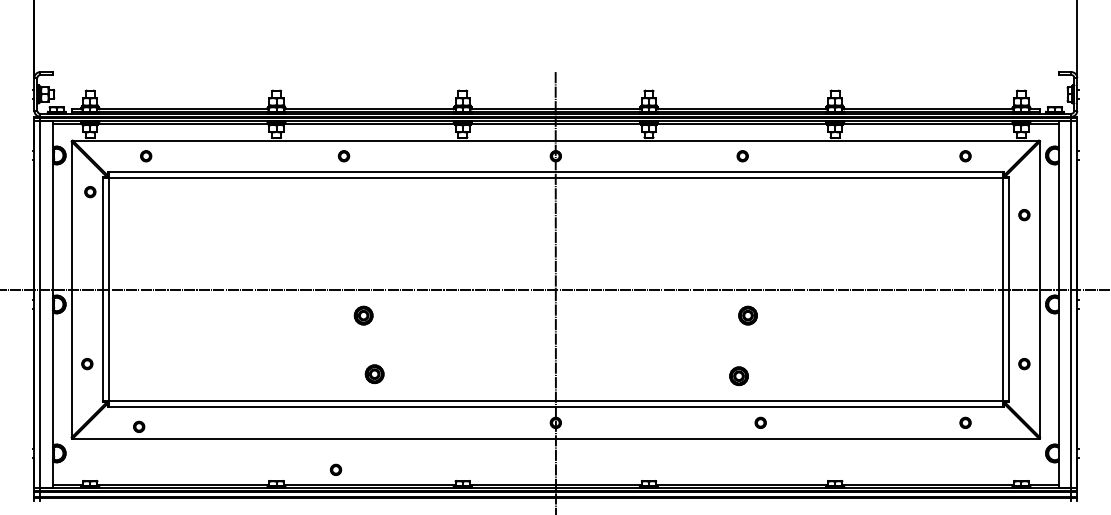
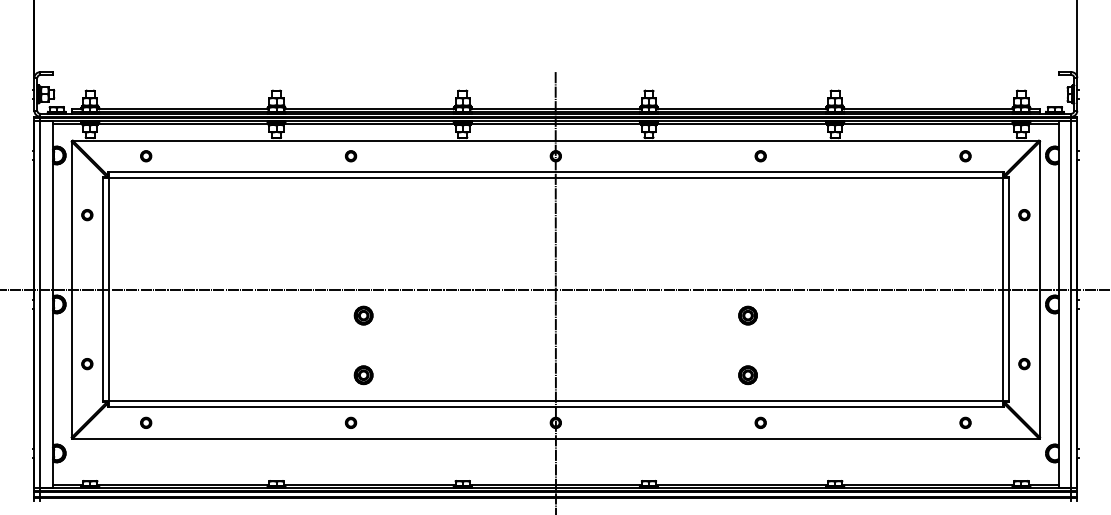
part at (343, 156) position: (343, 156) -> (350, 156)
part at (742, 156) position: (742, 156) -> (760, 156)
part at (90, 192) position: (90, 192) -> (87, 215)
part at (374, 374) position: (374, 374) -> (363, 375)
part at (738, 376) position: (738, 376) -> (747, 375)
part at (139, 426) position: (139, 426) -> (146, 422)
part at (336, 469) position: (336, 469) -> (351, 422)
